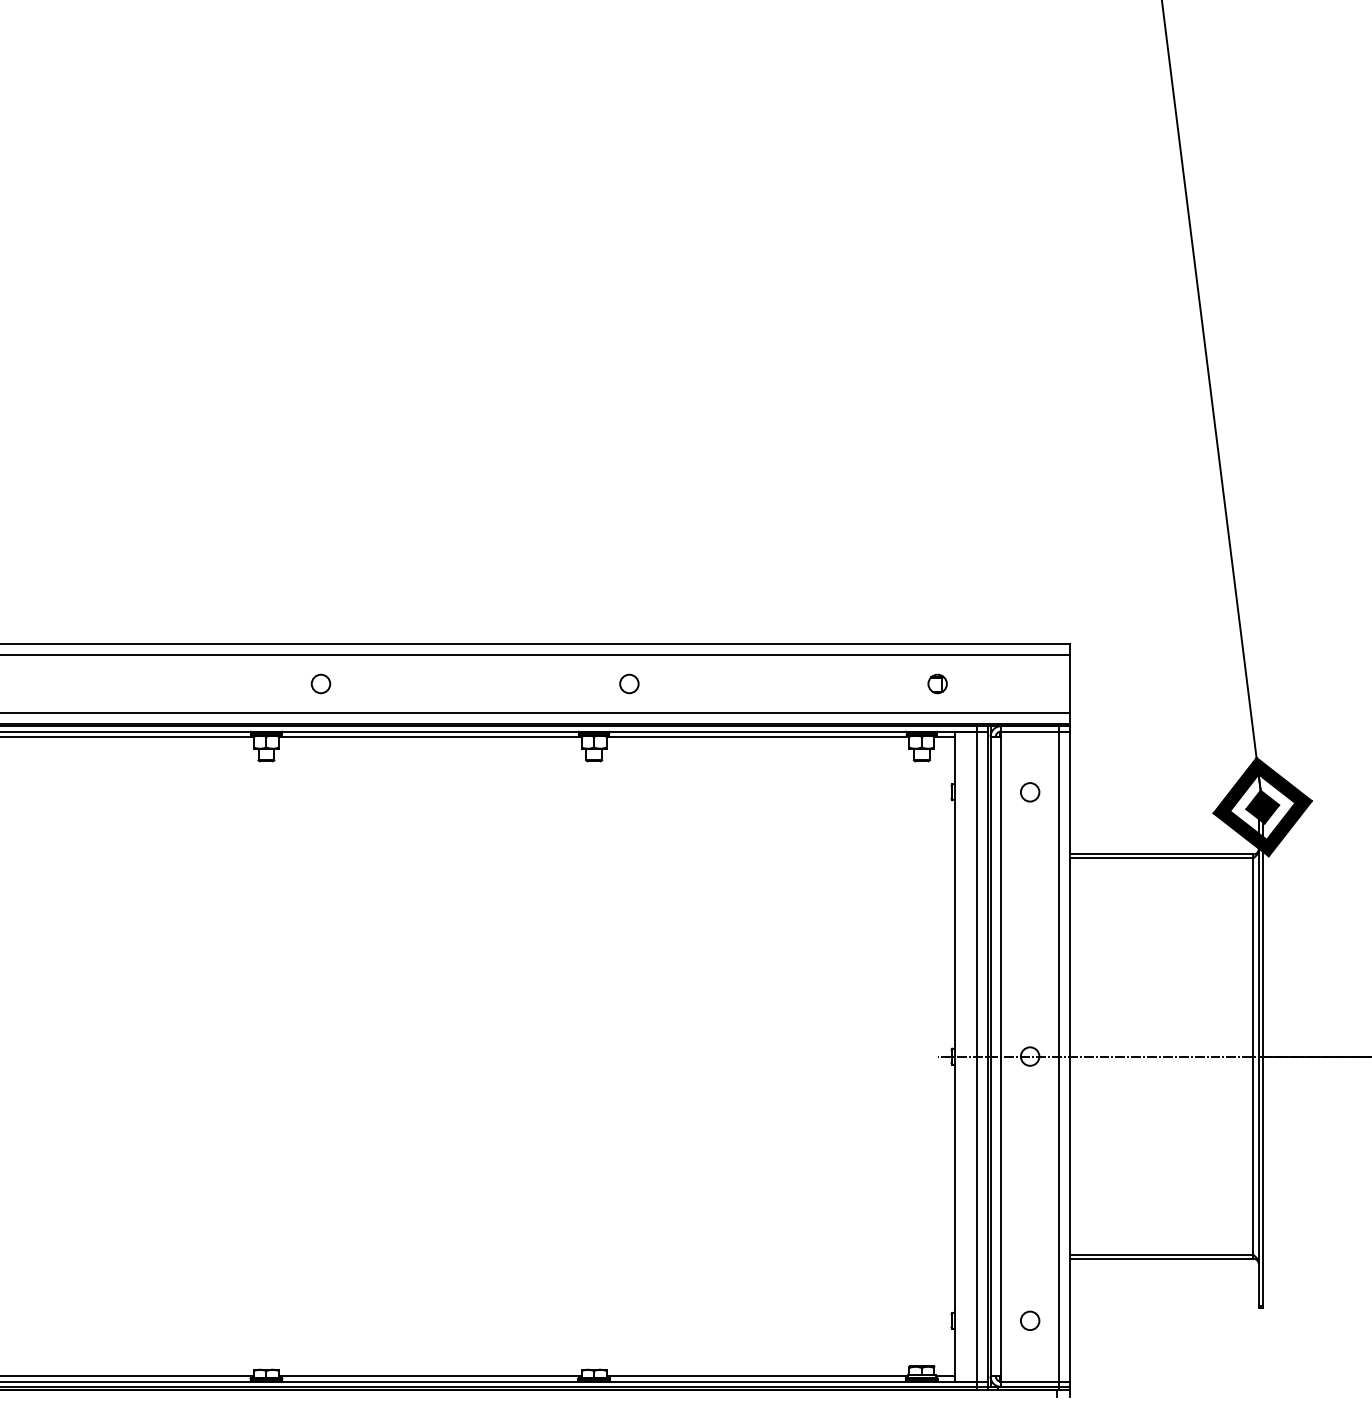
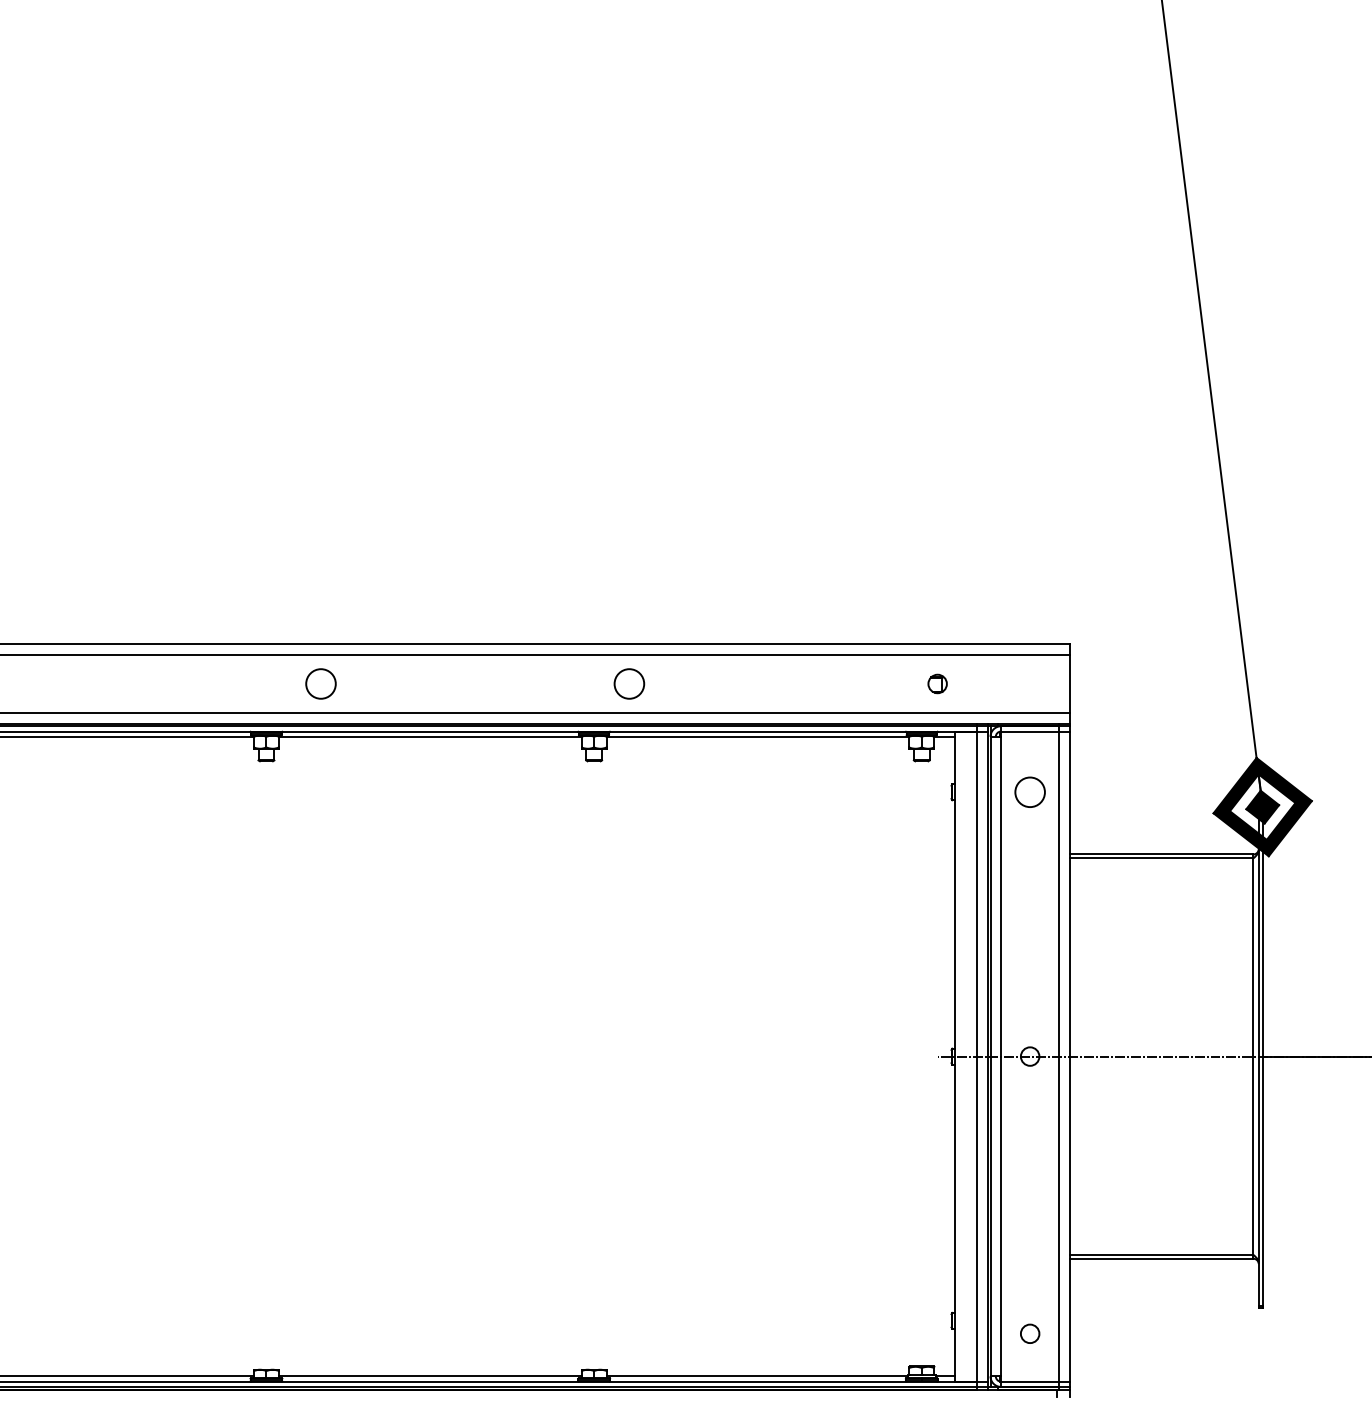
circle at (320, 683) diameter: 18 px -> 30 px
circle at (629, 683) diameter: 18 px -> 30 px
circle at (1029, 792) diameter: 18 px -> 30 px
circle at (1030, 1320) position: (1030, 1320) -> (1030, 1333)
